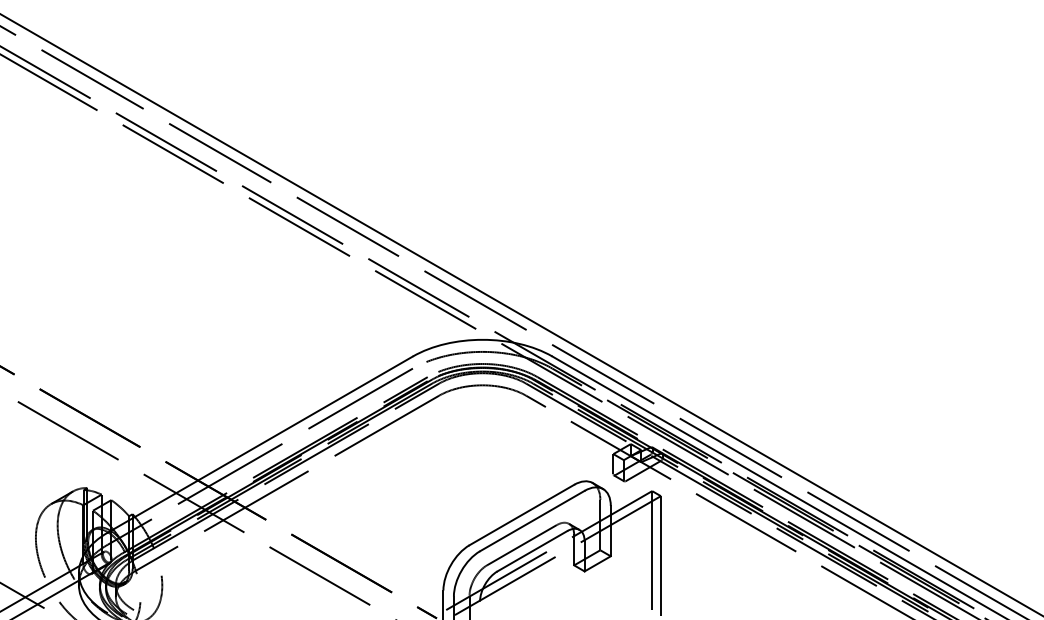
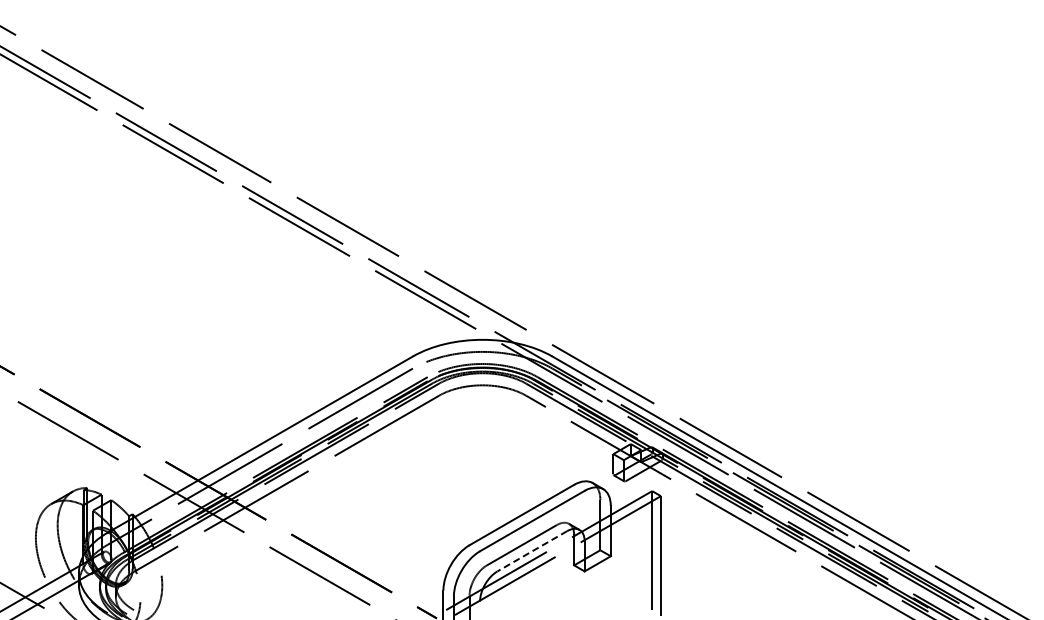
line at (521, 314): present -> none
line at (531, 551): solid -> dashed
